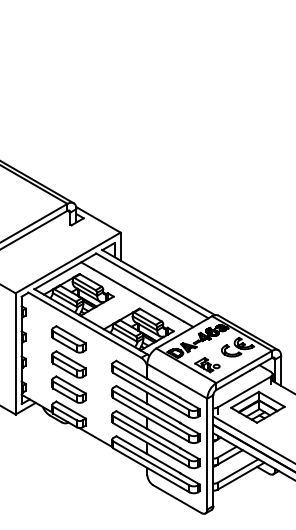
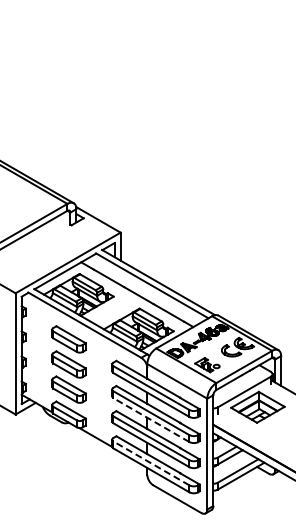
line at (151, 420): solid -> dashed
line at (252, 439): present -> none
line at (151, 463): solid -> dashed
